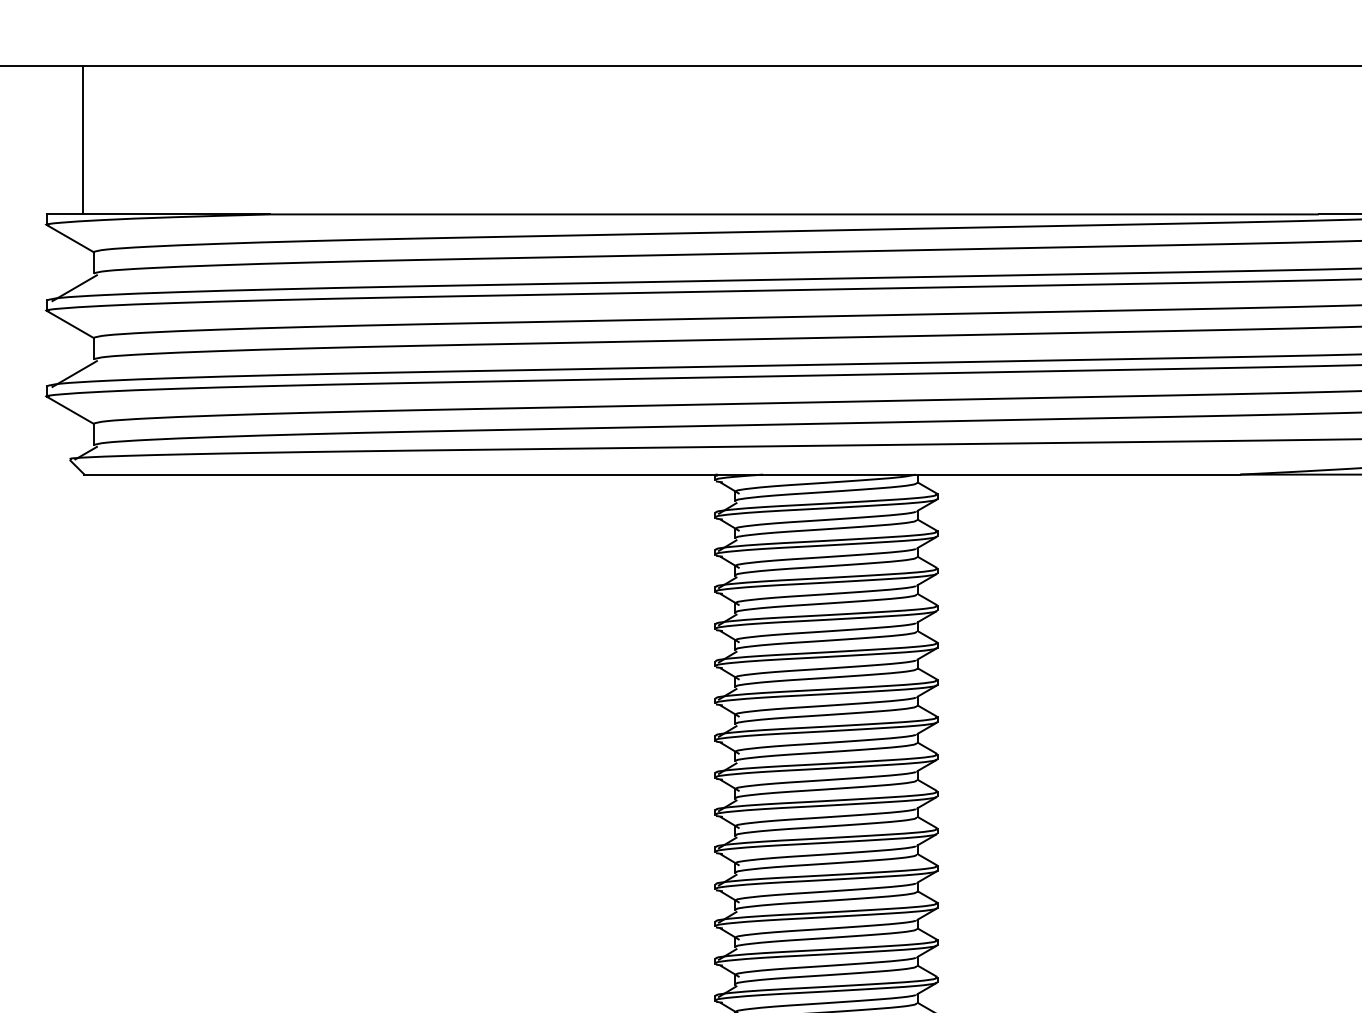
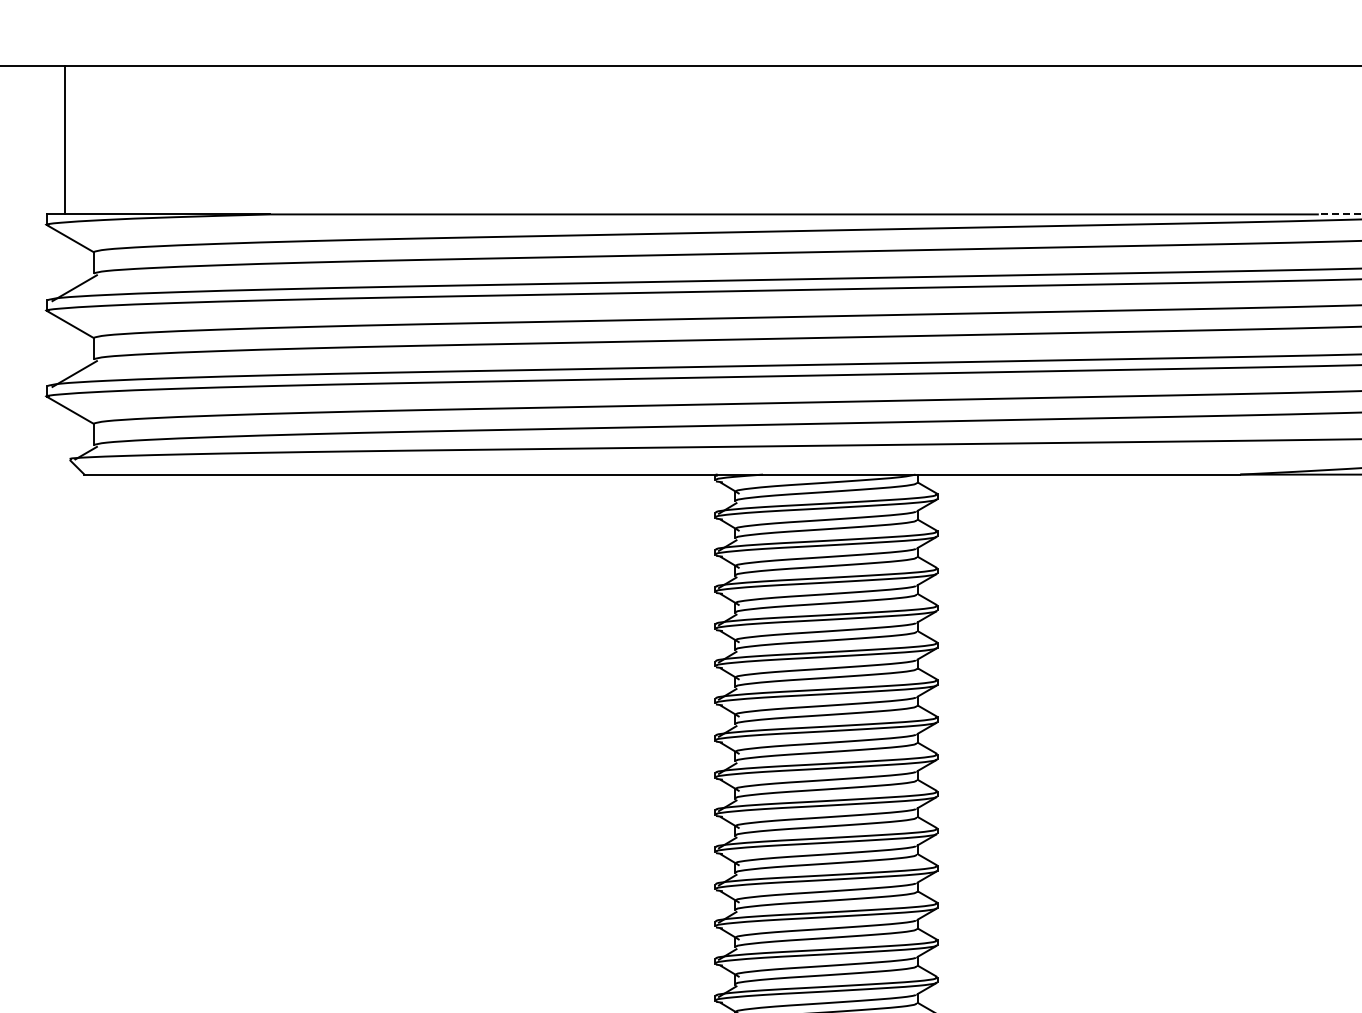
line at (82, 139) position: (82, 139) -> (64, 139)
line at (1339, 214): solid -> dashed
